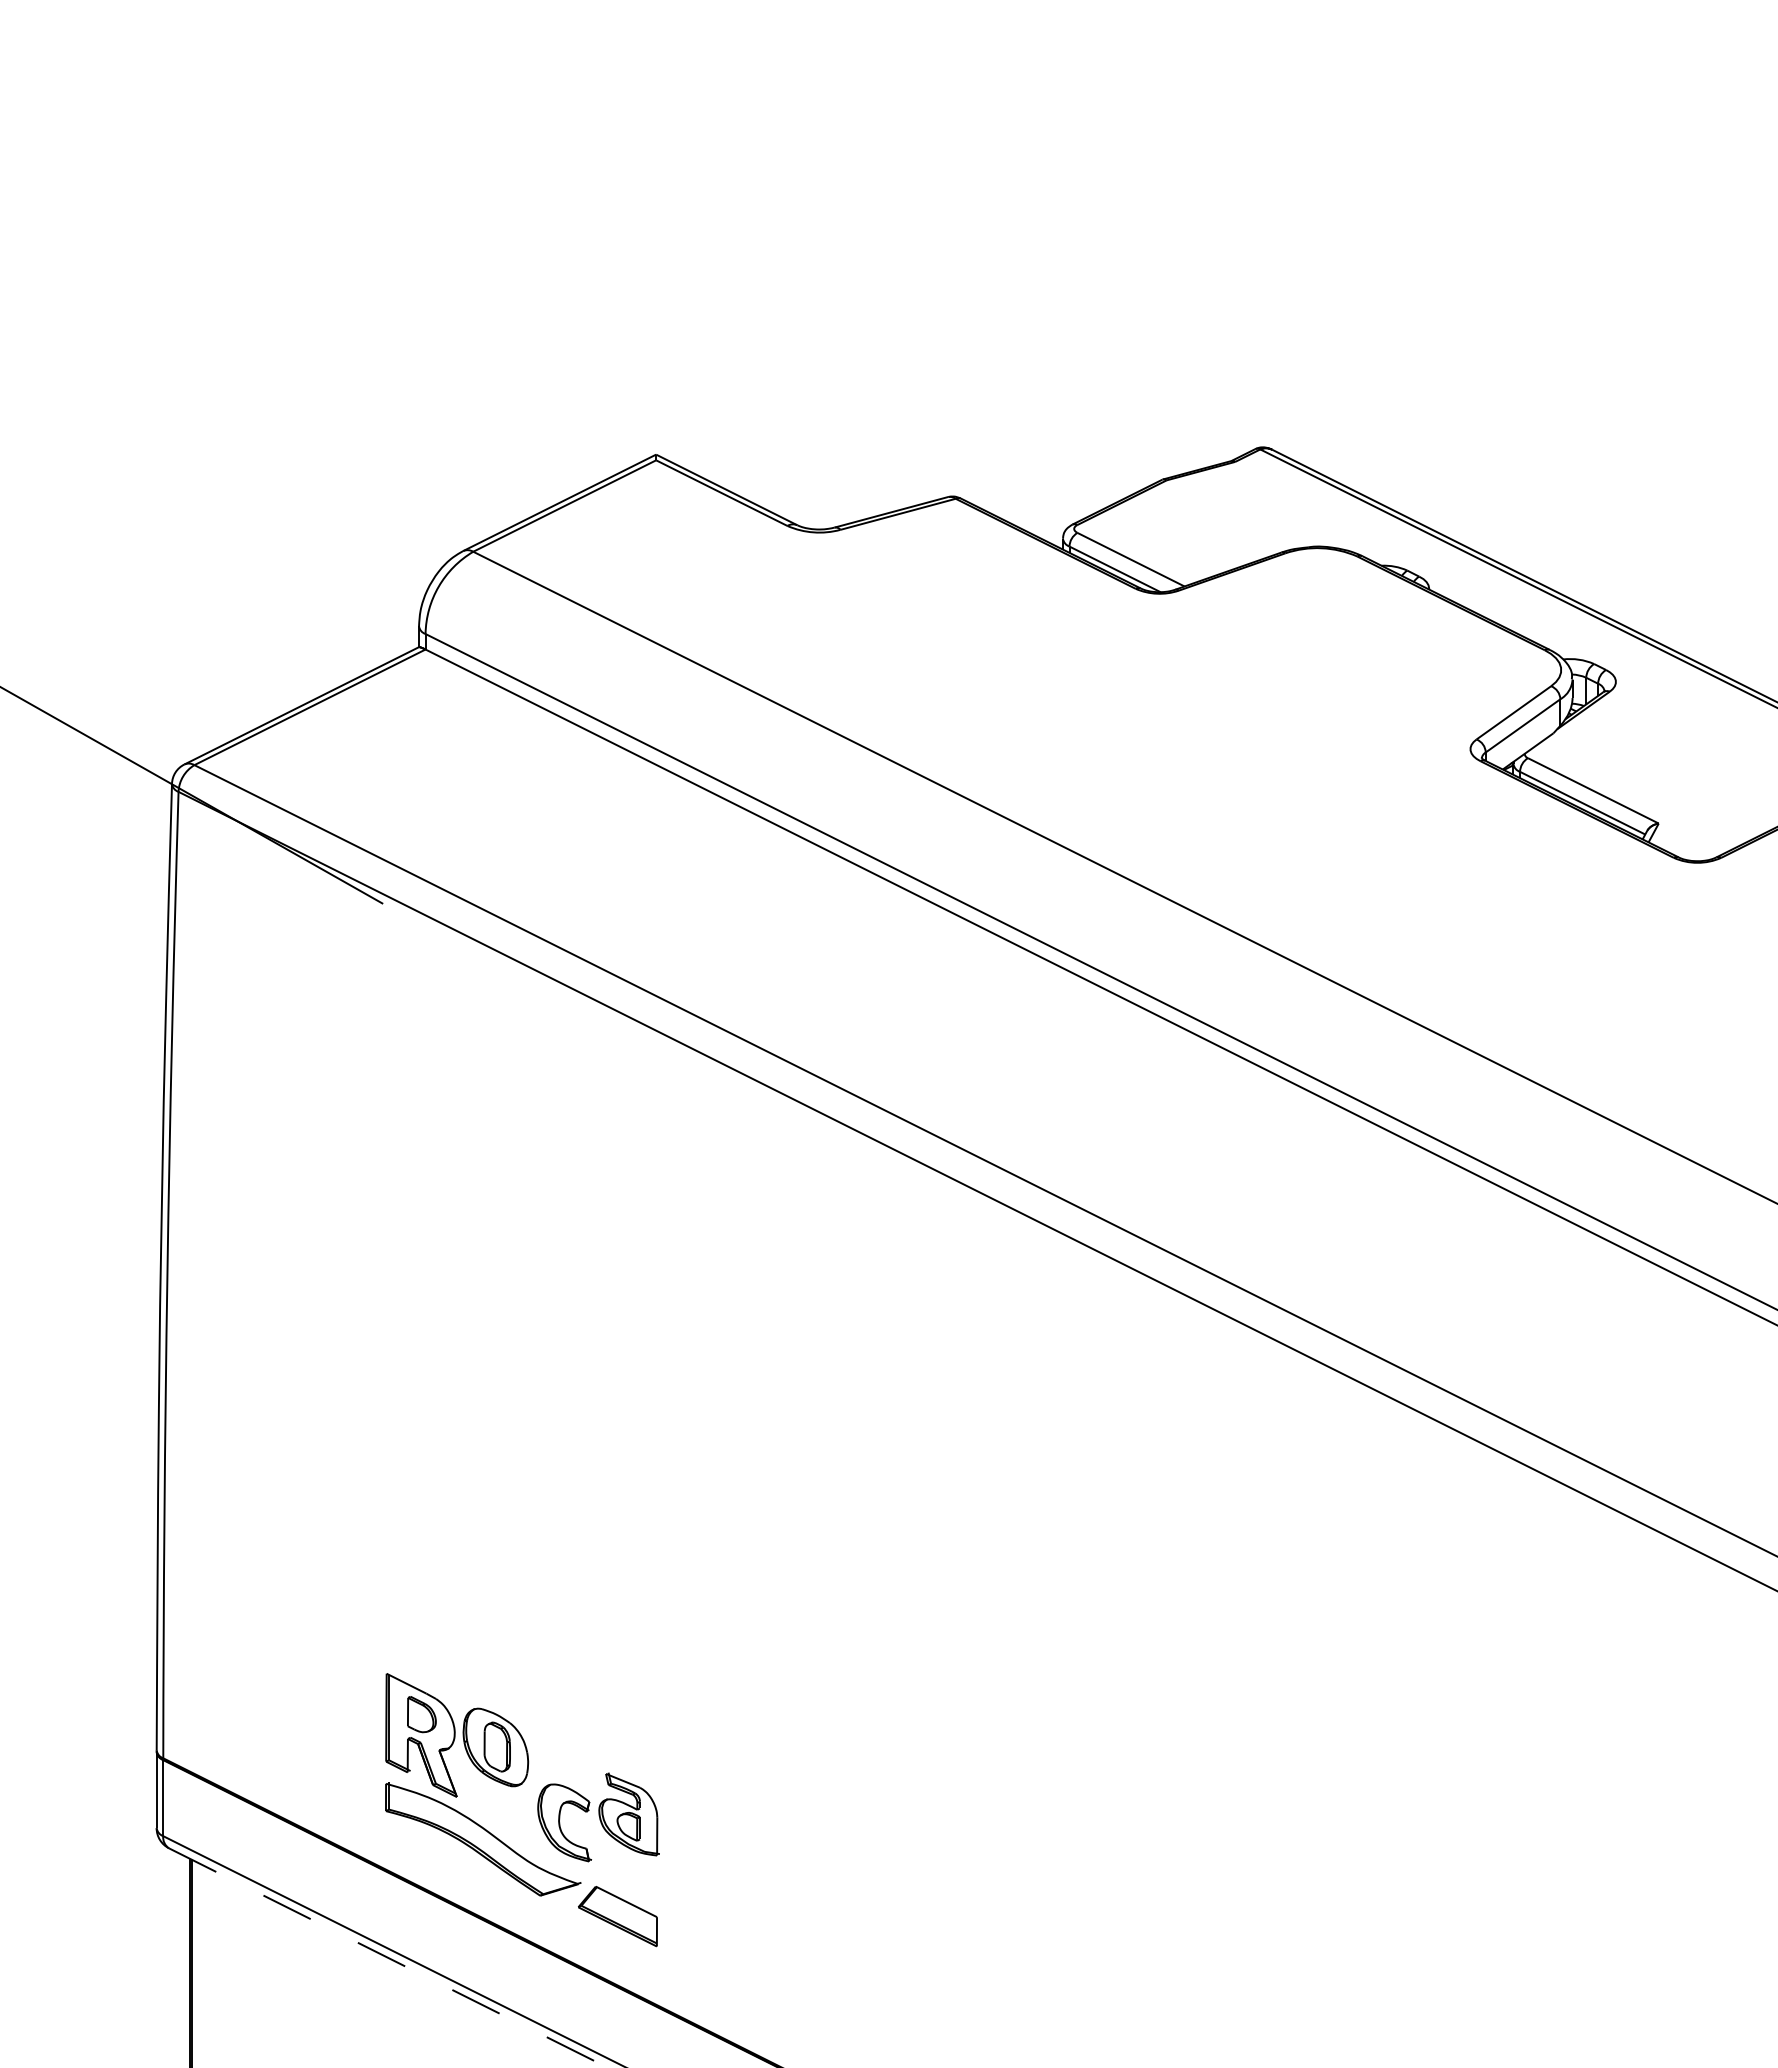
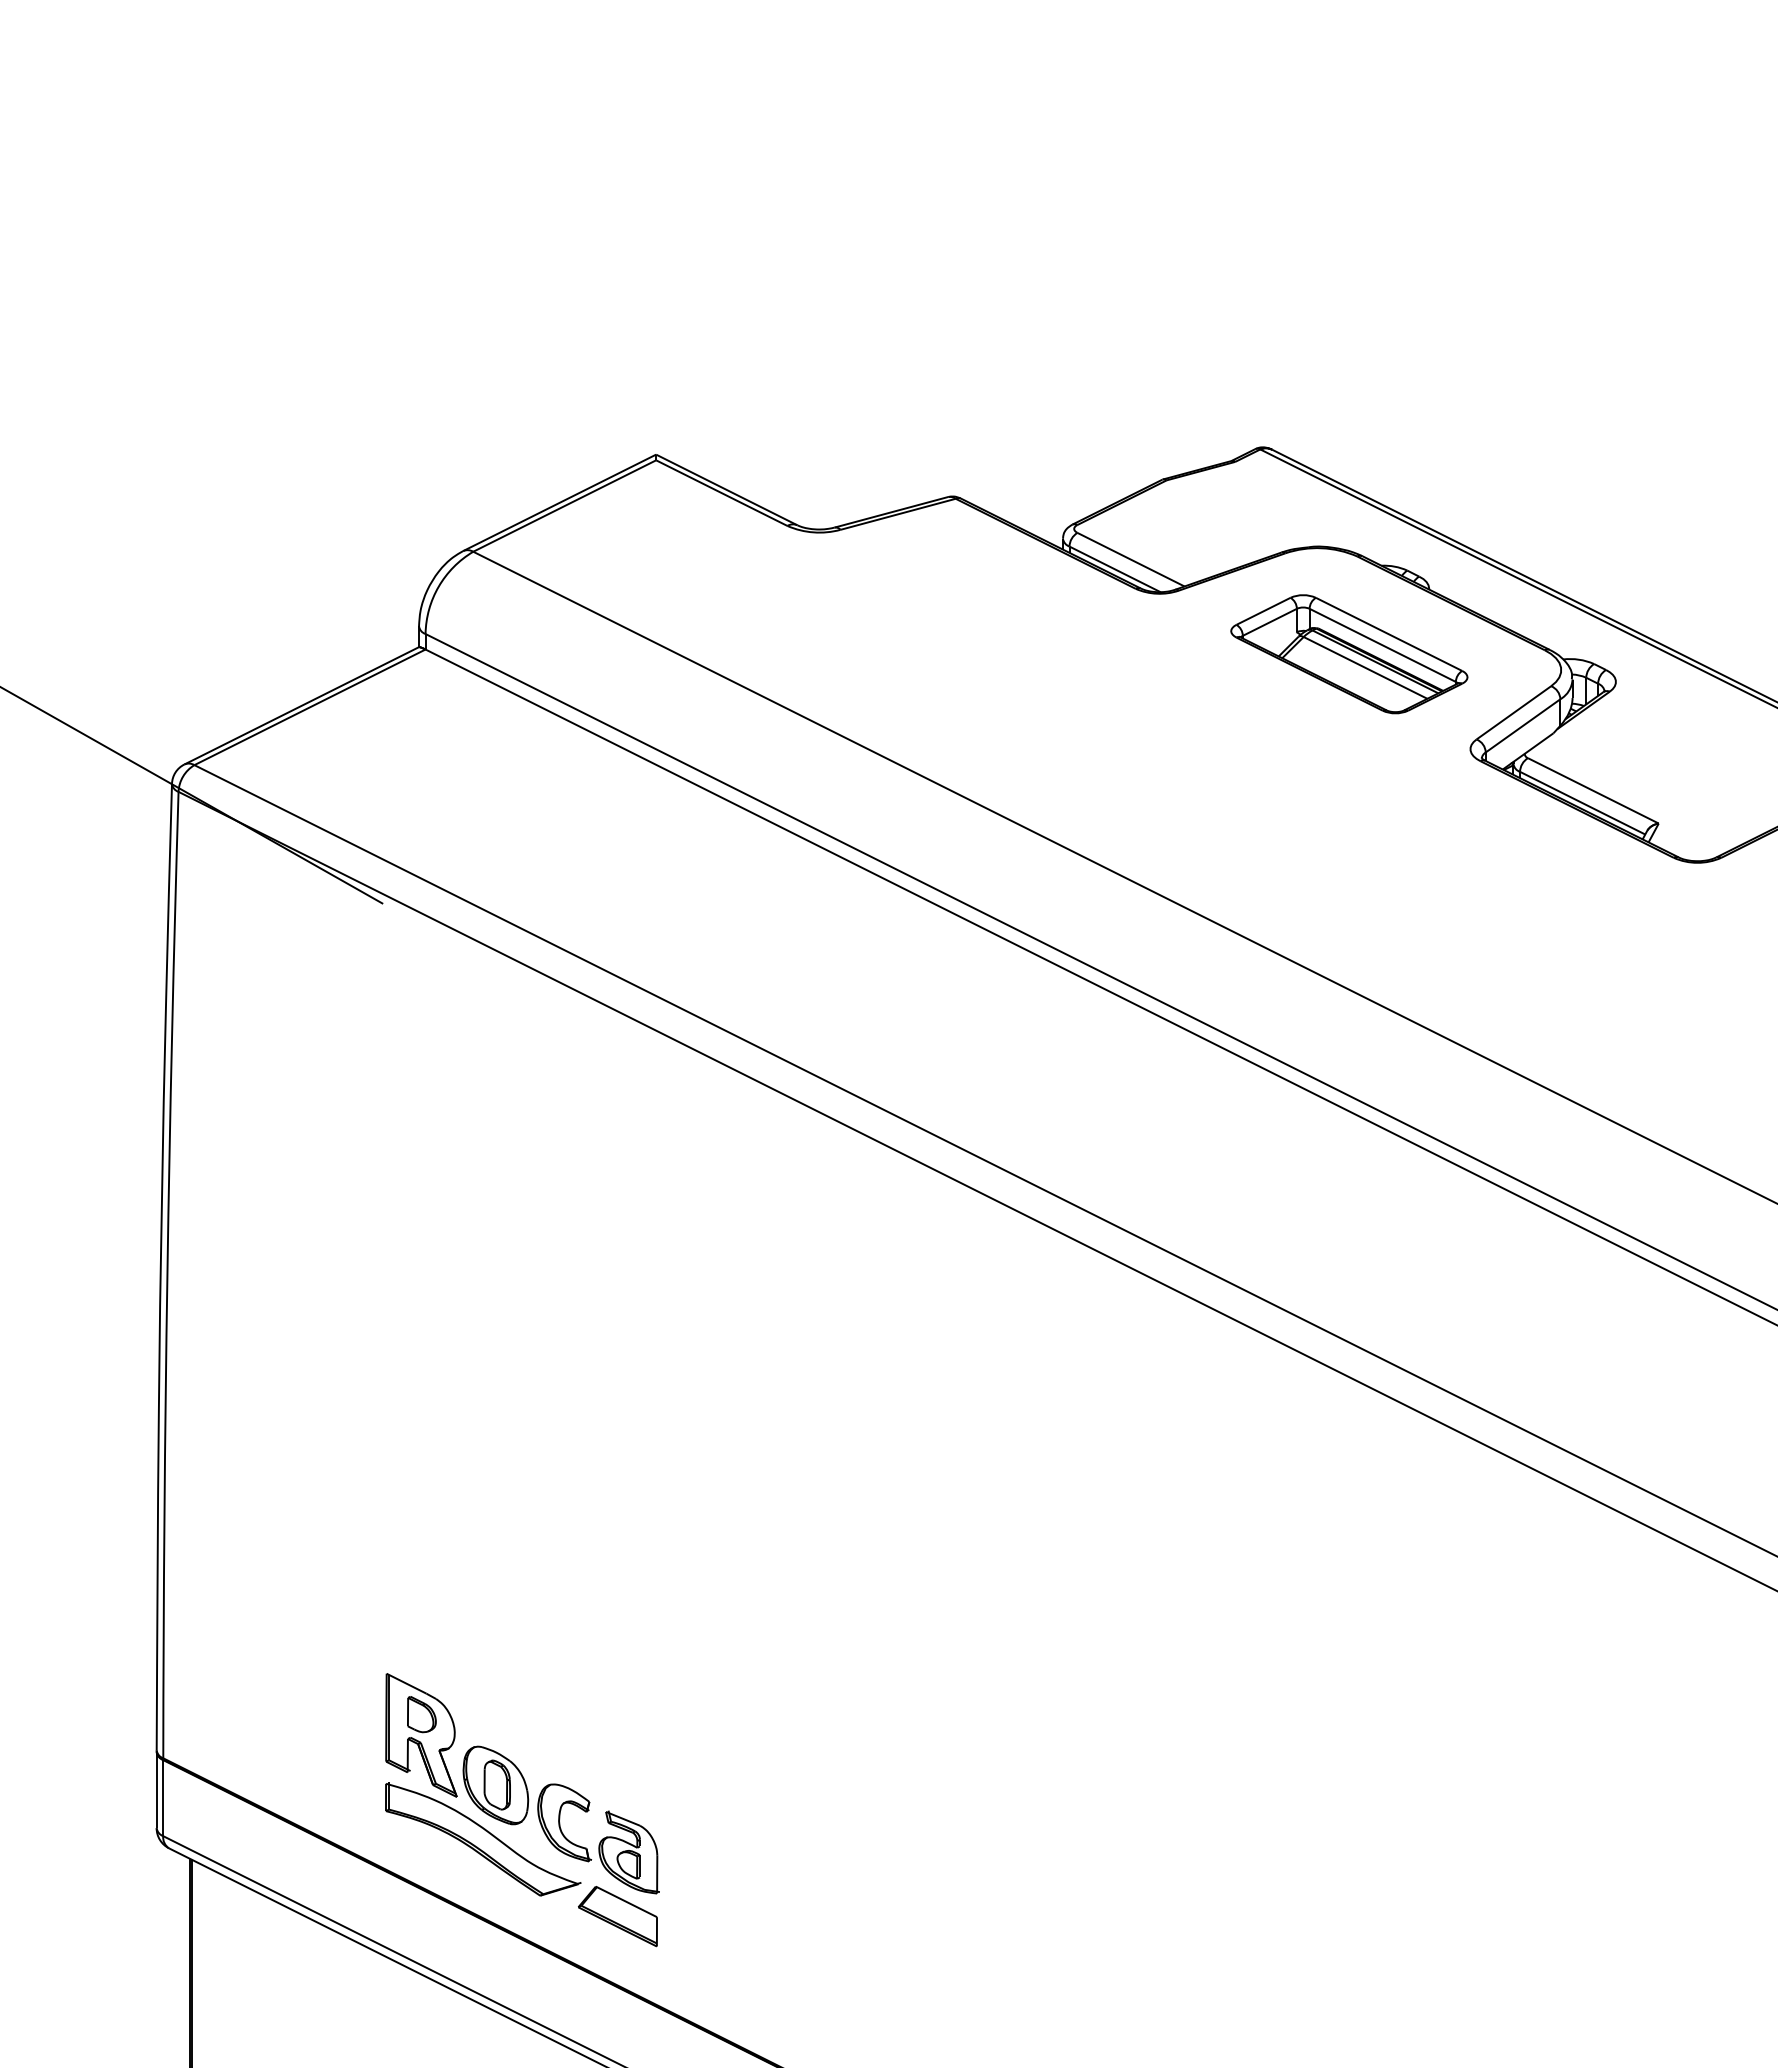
part at (1349, 654): none -> present
part at (495, 1747) position: (495, 1747) -> (495, 1785)
part at (628, 1814) position: (628, 1814) -> (628, 1852)
line at (388, 1958): dashed -> solid
